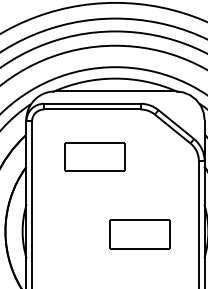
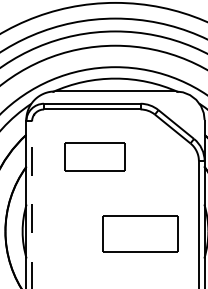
line at (32, 204): solid -> dashed
part at (139, 234) size: 62x31 px -> 77x38 px
